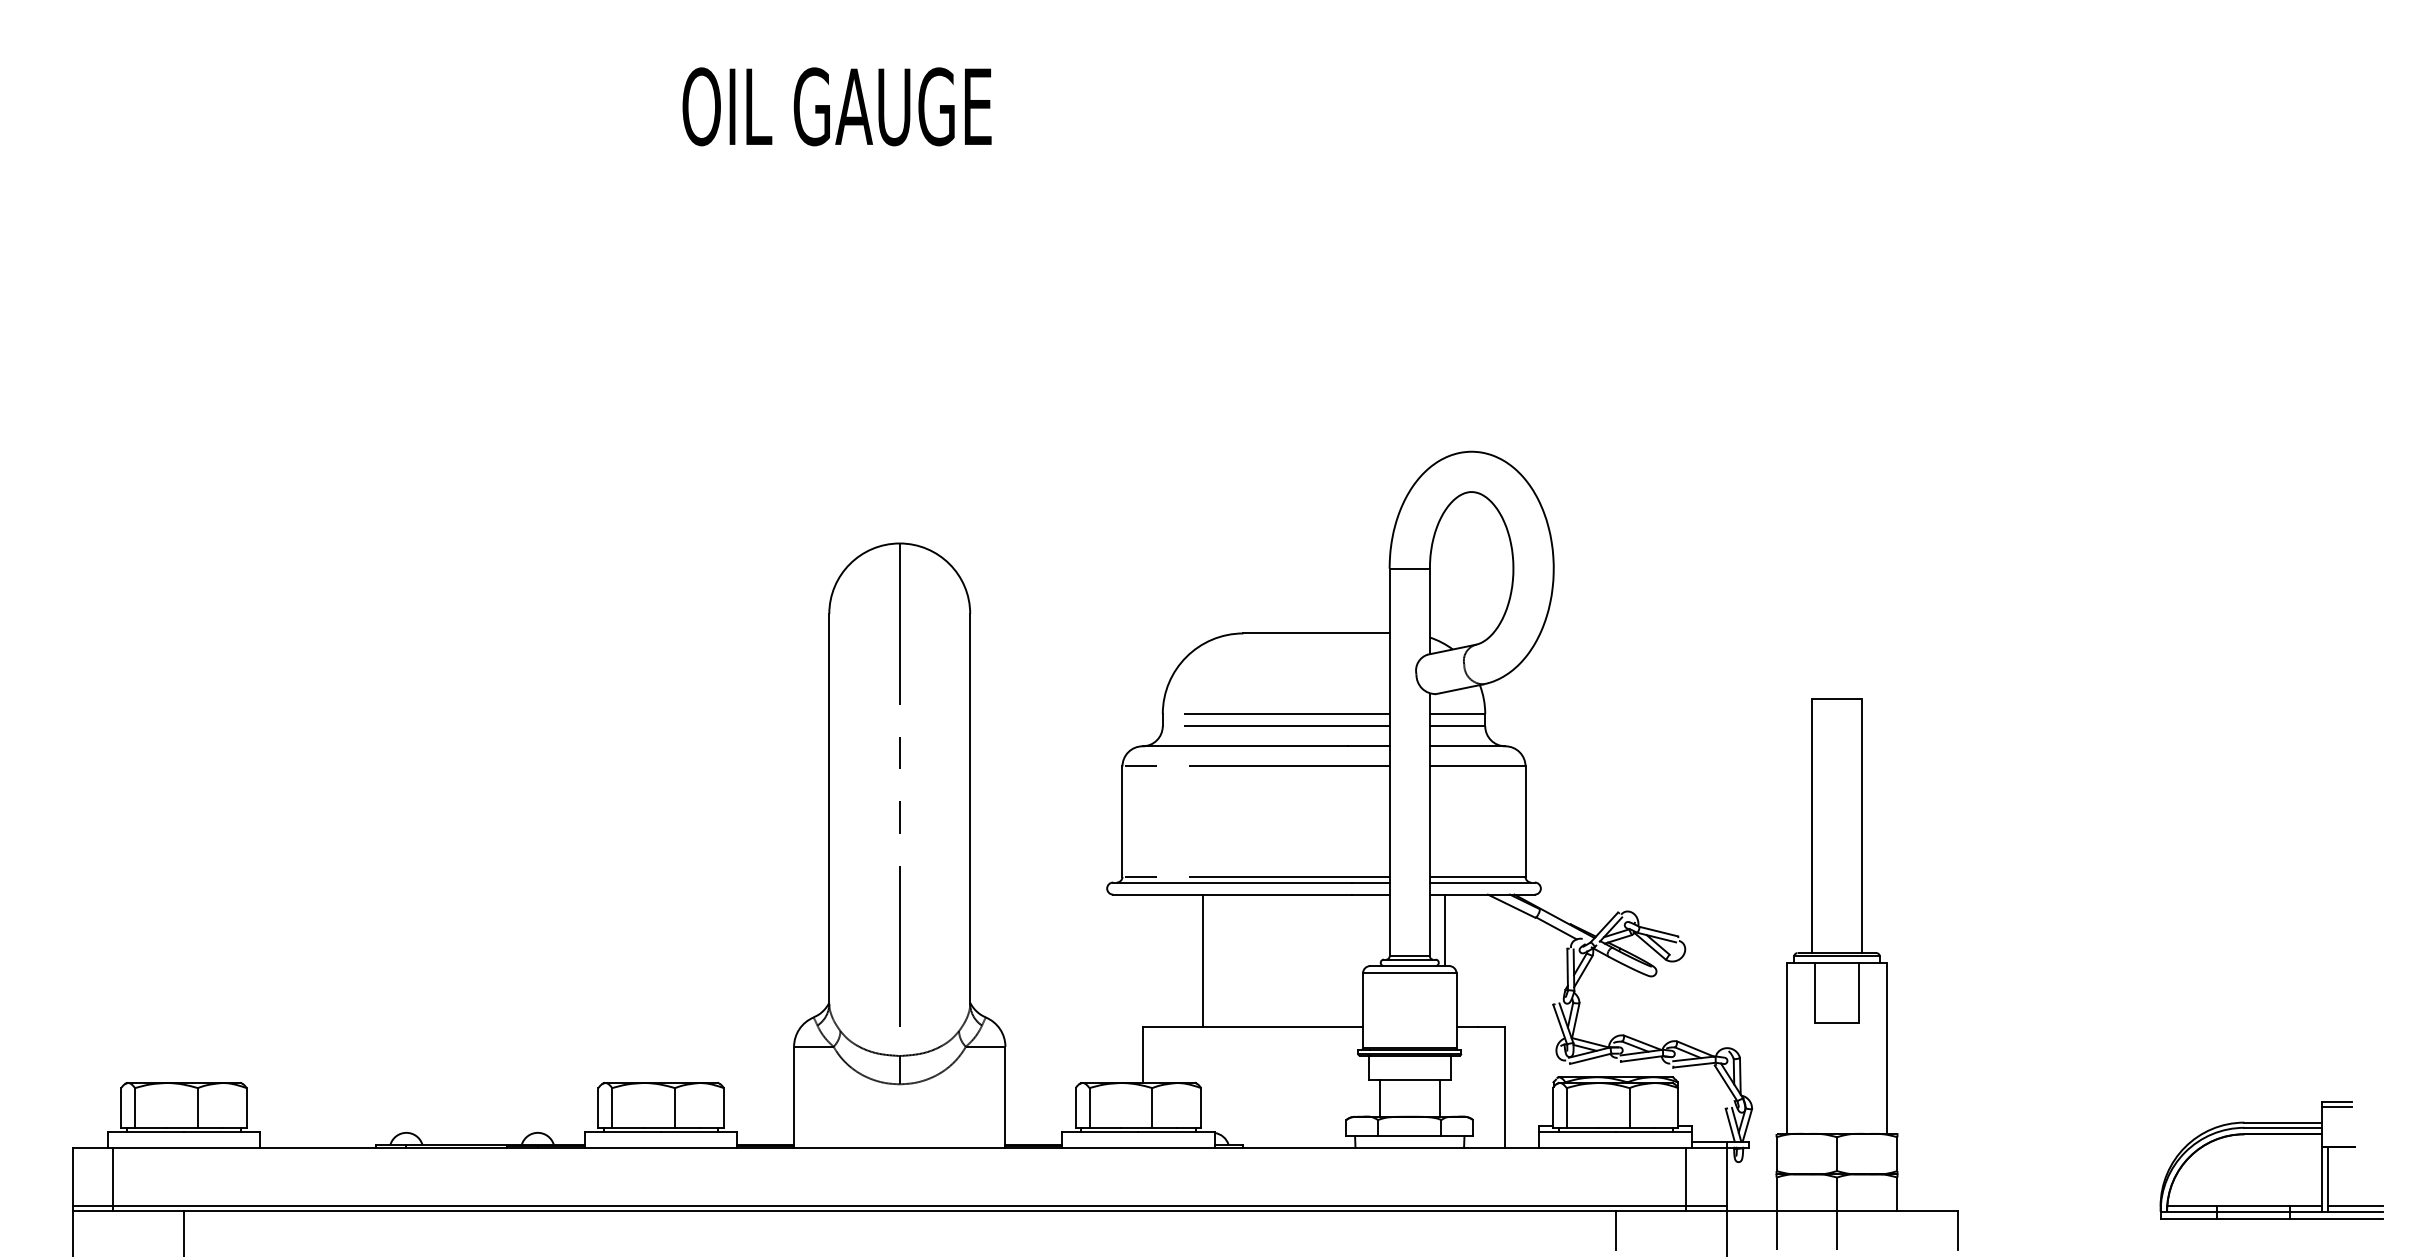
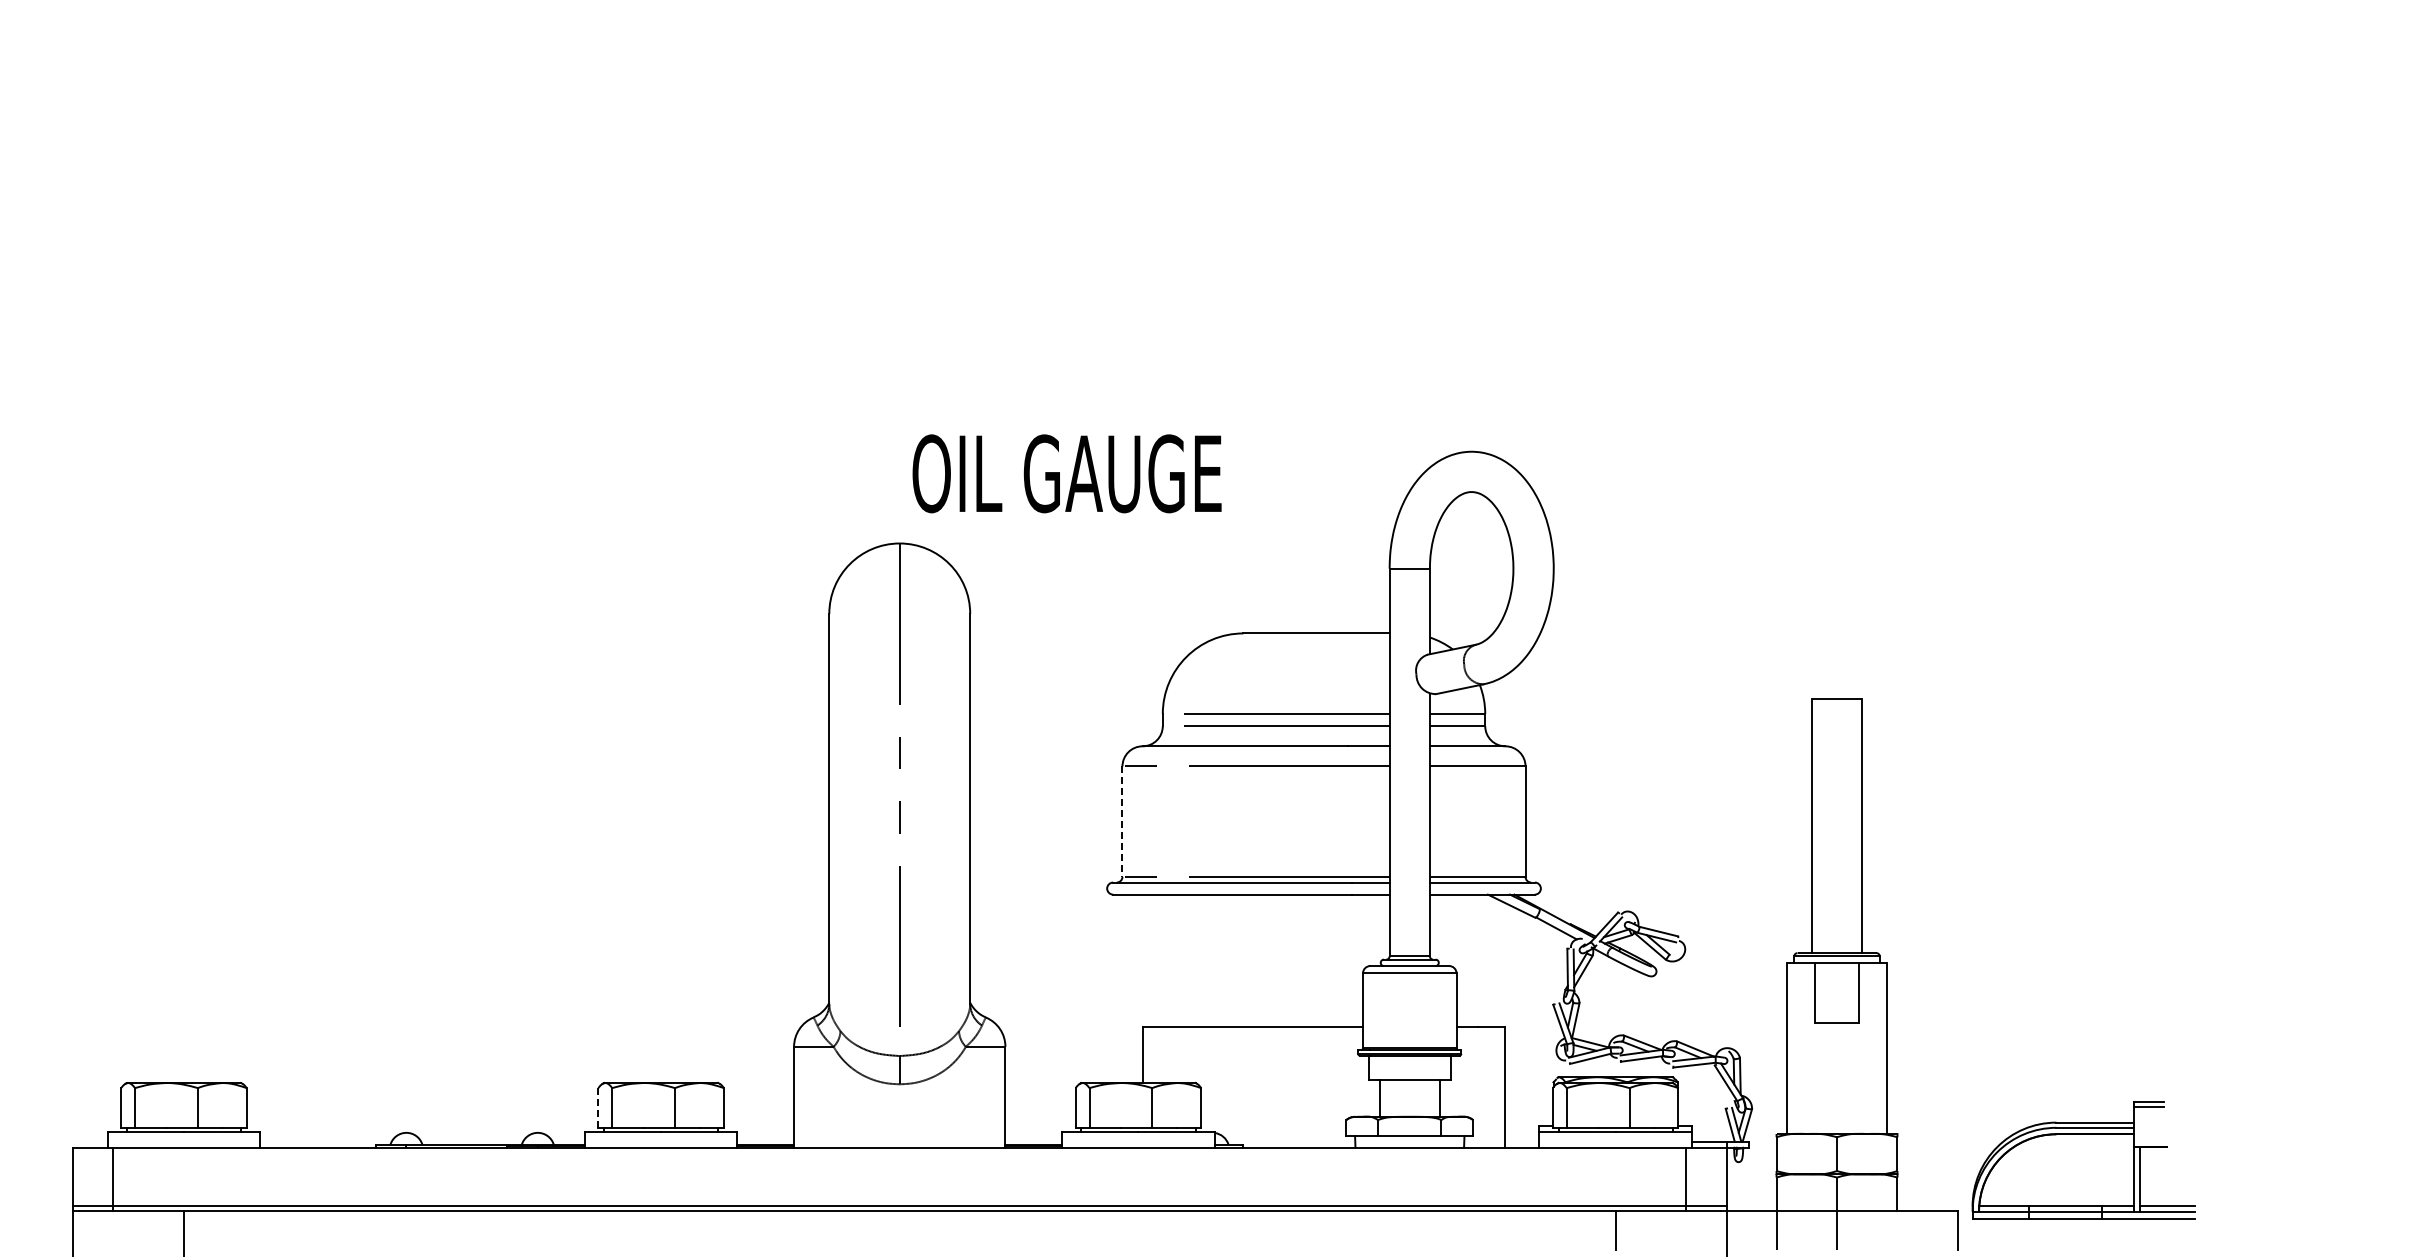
text at (836, 106) position: (836, 106) -> (1066, 473)
line at (1122, 822): solid -> dashed
line at (1445, 930): present -> none
line at (1202, 960): present -> none
line at (598, 1108): solid -> dashed
part at (2271, 1160) position: (2271, 1160) -> (2083, 1160)
